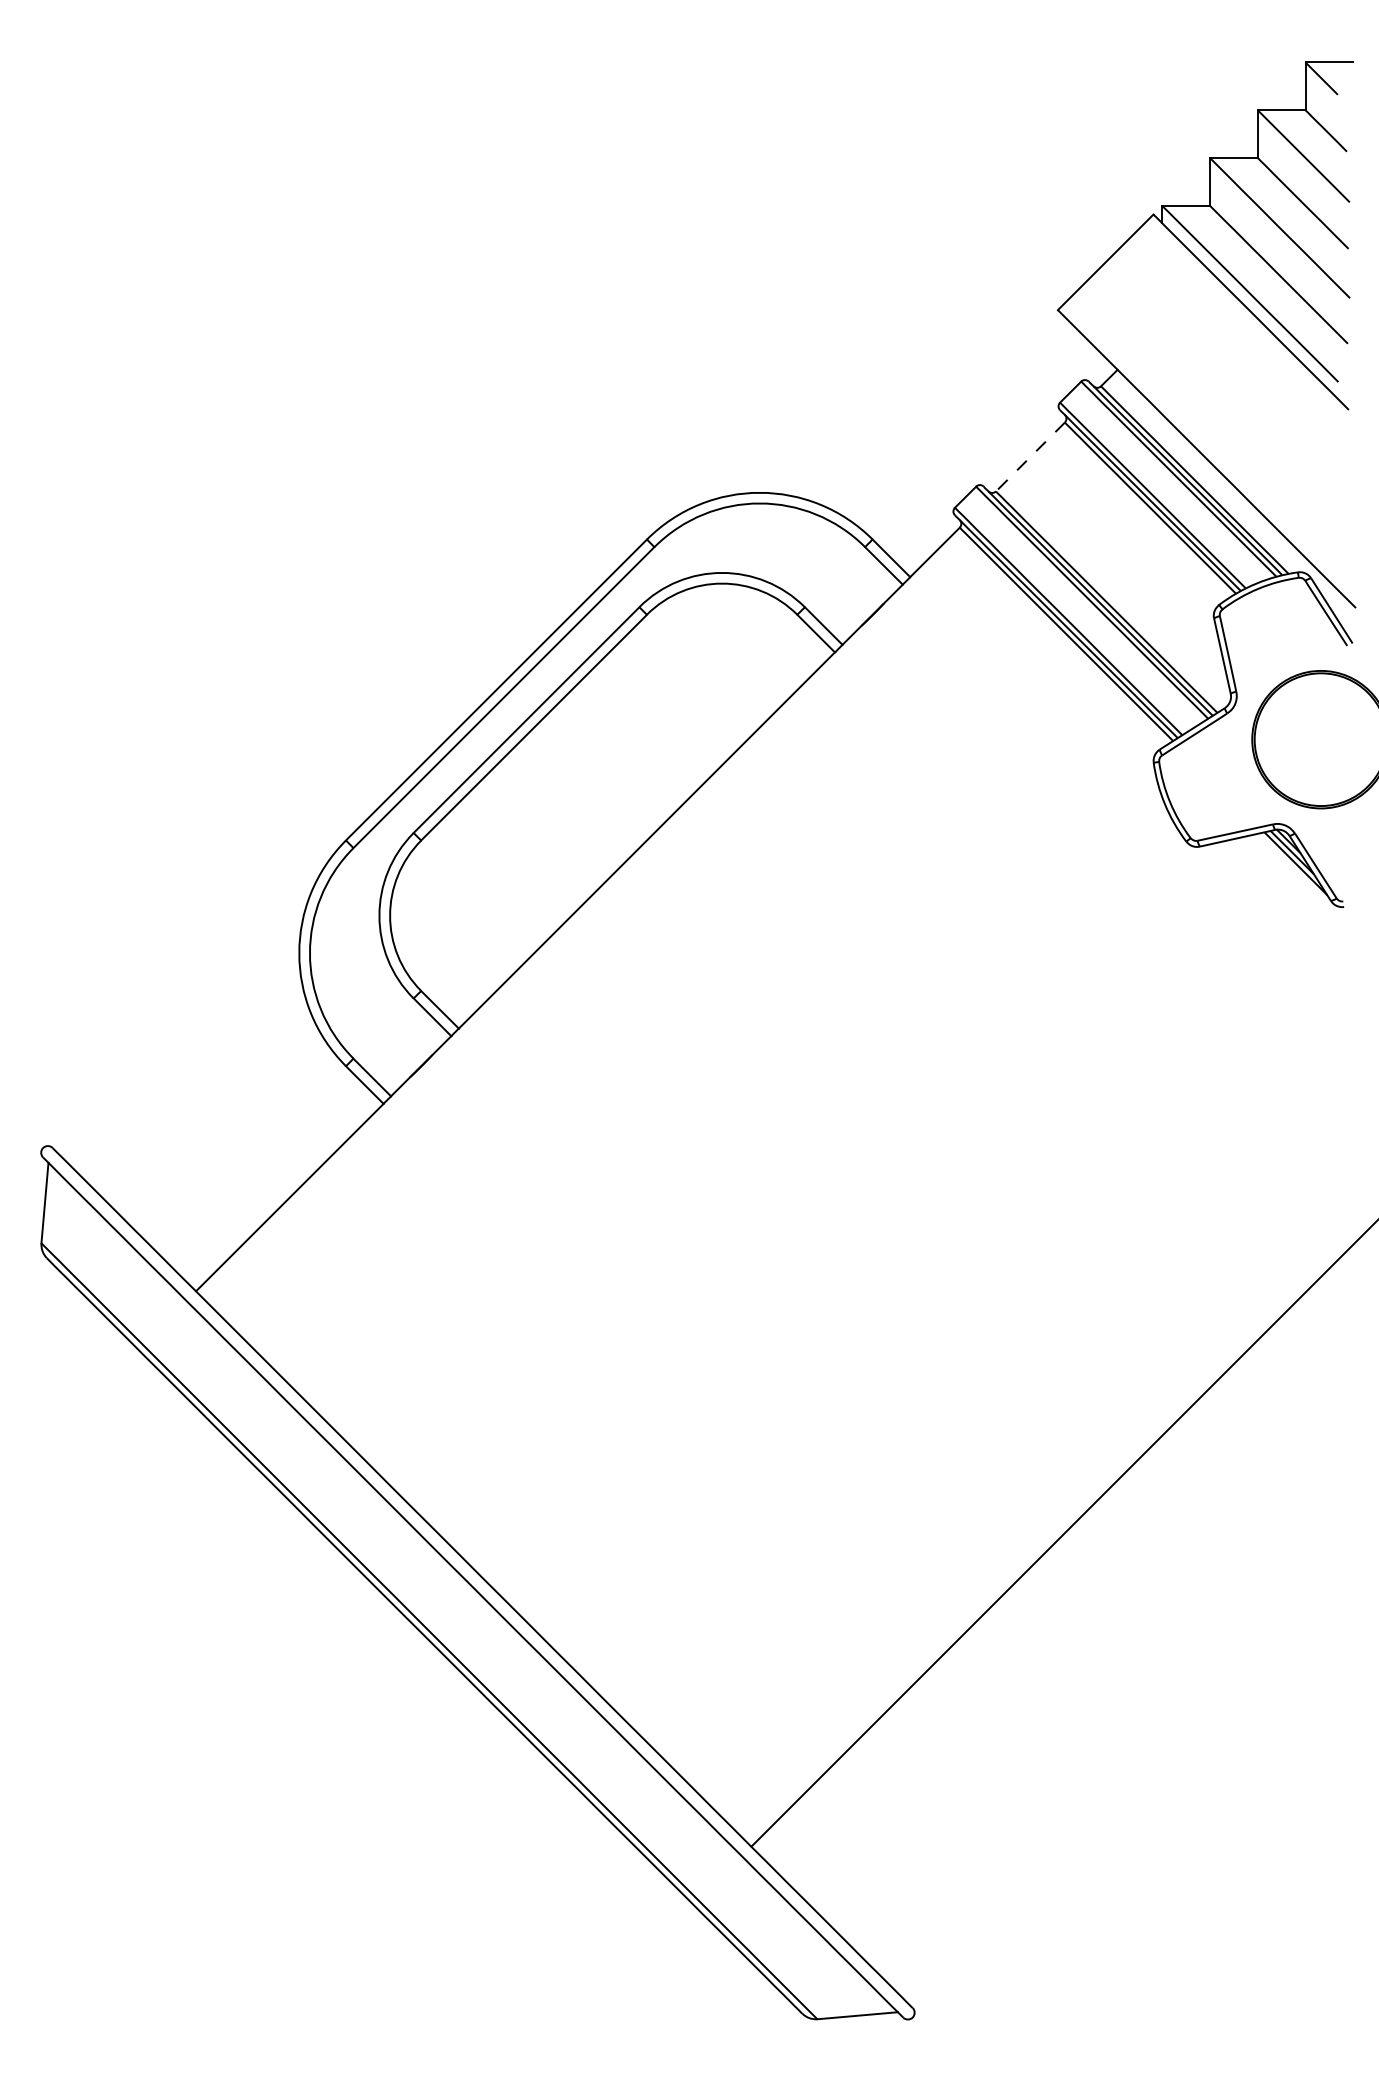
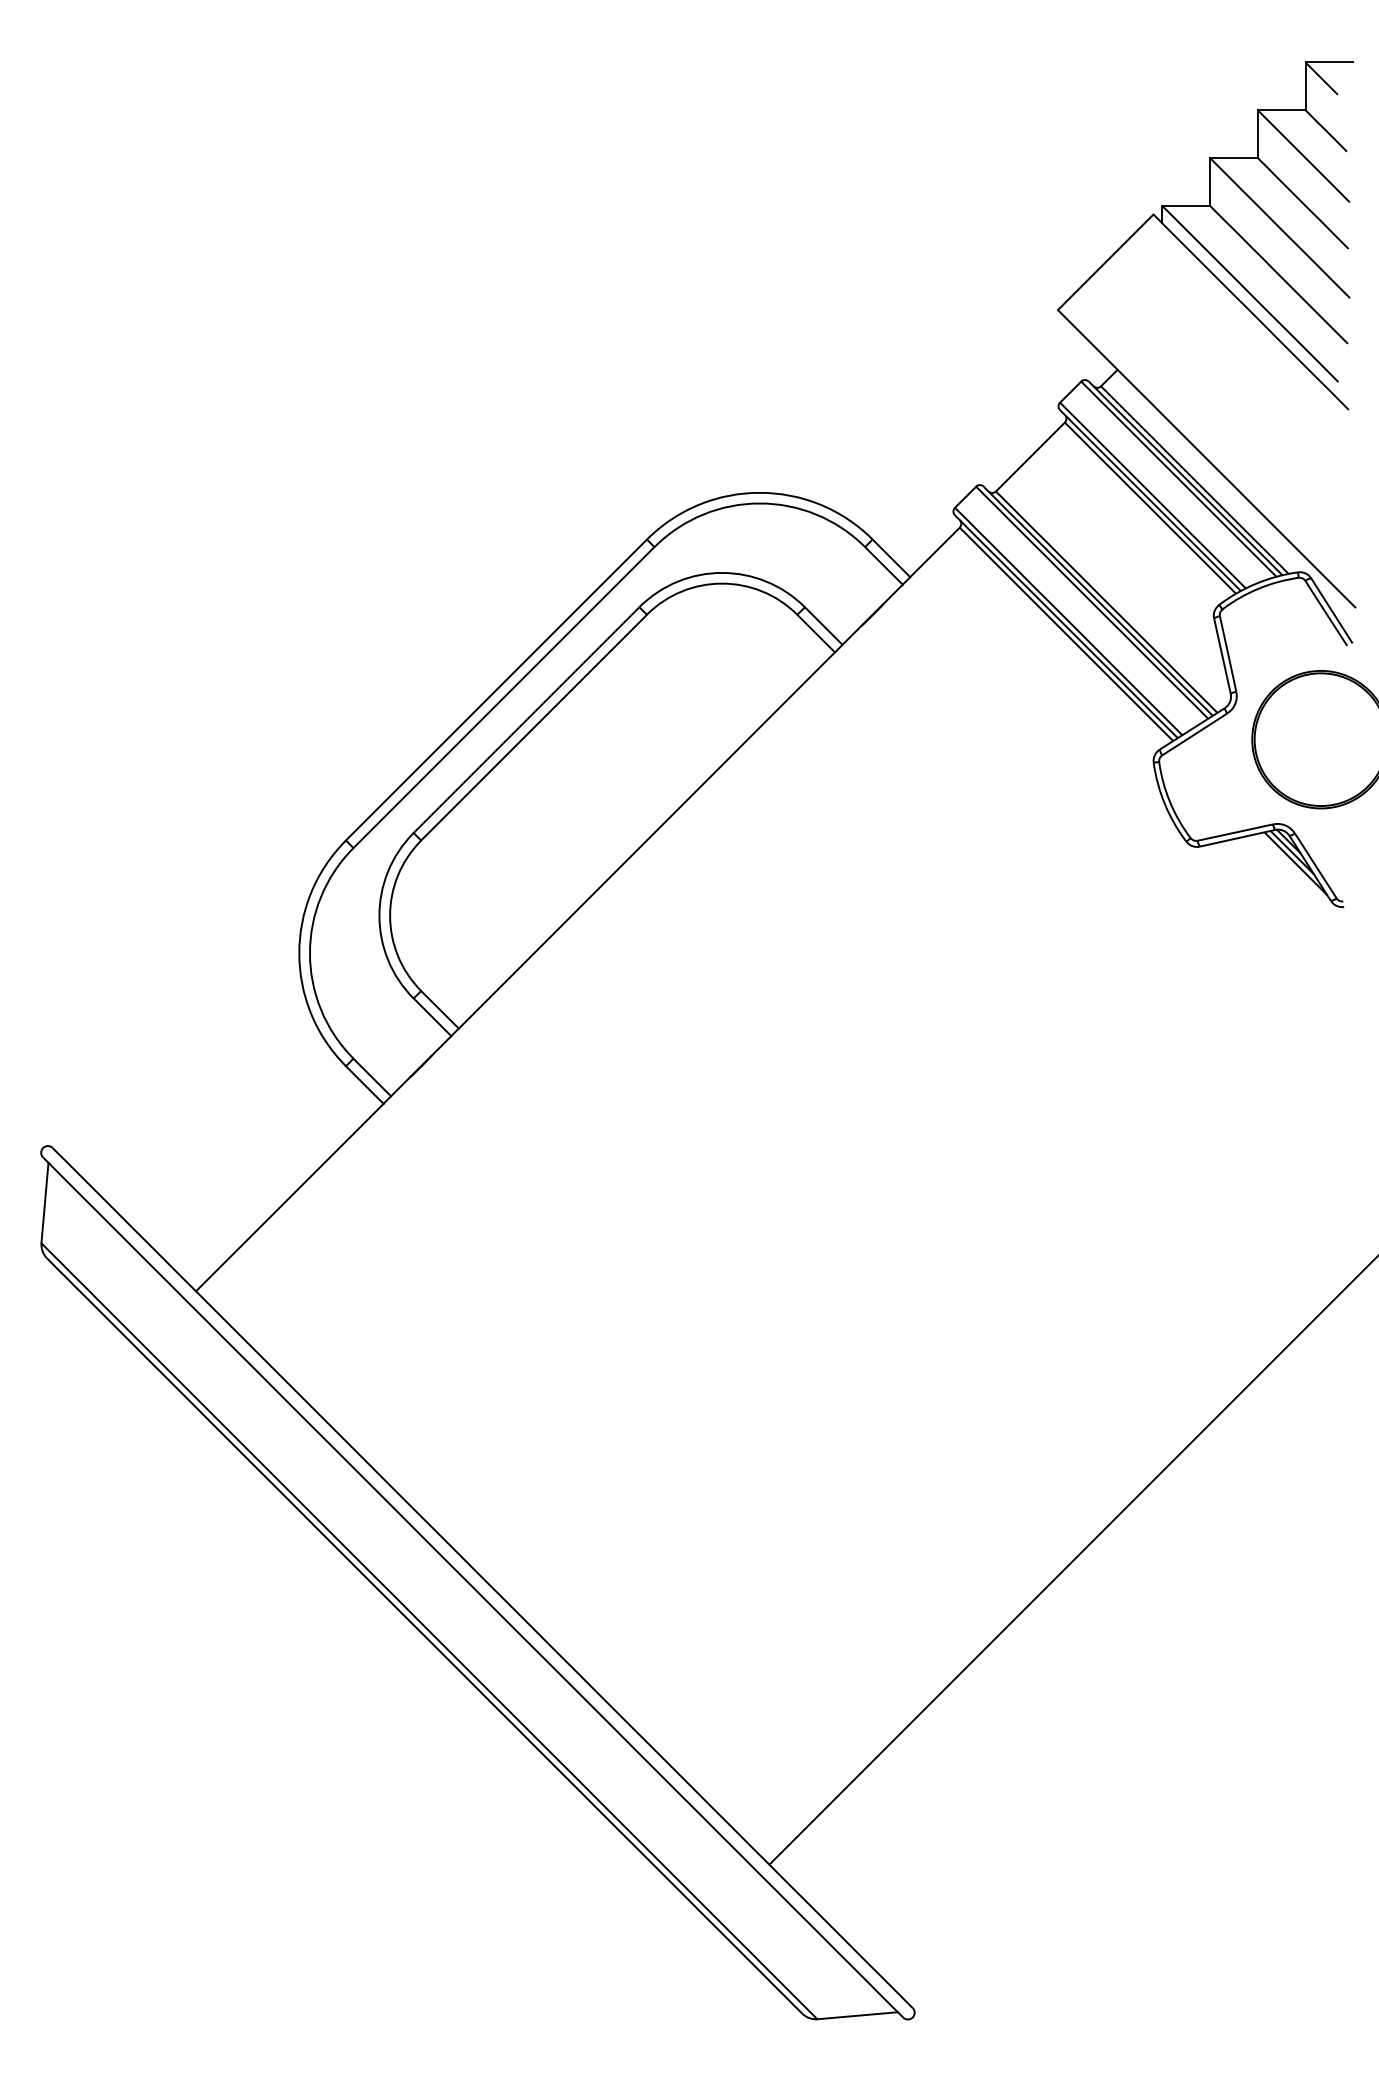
line at (1030, 457): dashed -> solid
line at (1063, 1534) position: (1063, 1534) -> (1072, 1561)
